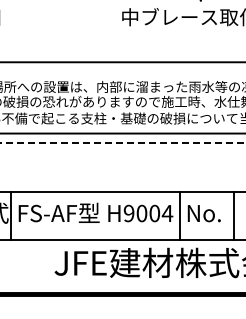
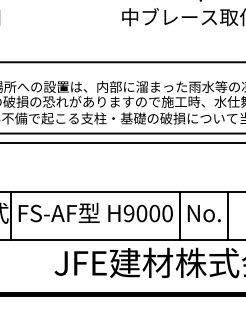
line at (122, 143): dashed -> solid
text at (167, 213): H9004 -> H9000
line at (234, 215) position: (234, 215) -> (228, 215)
